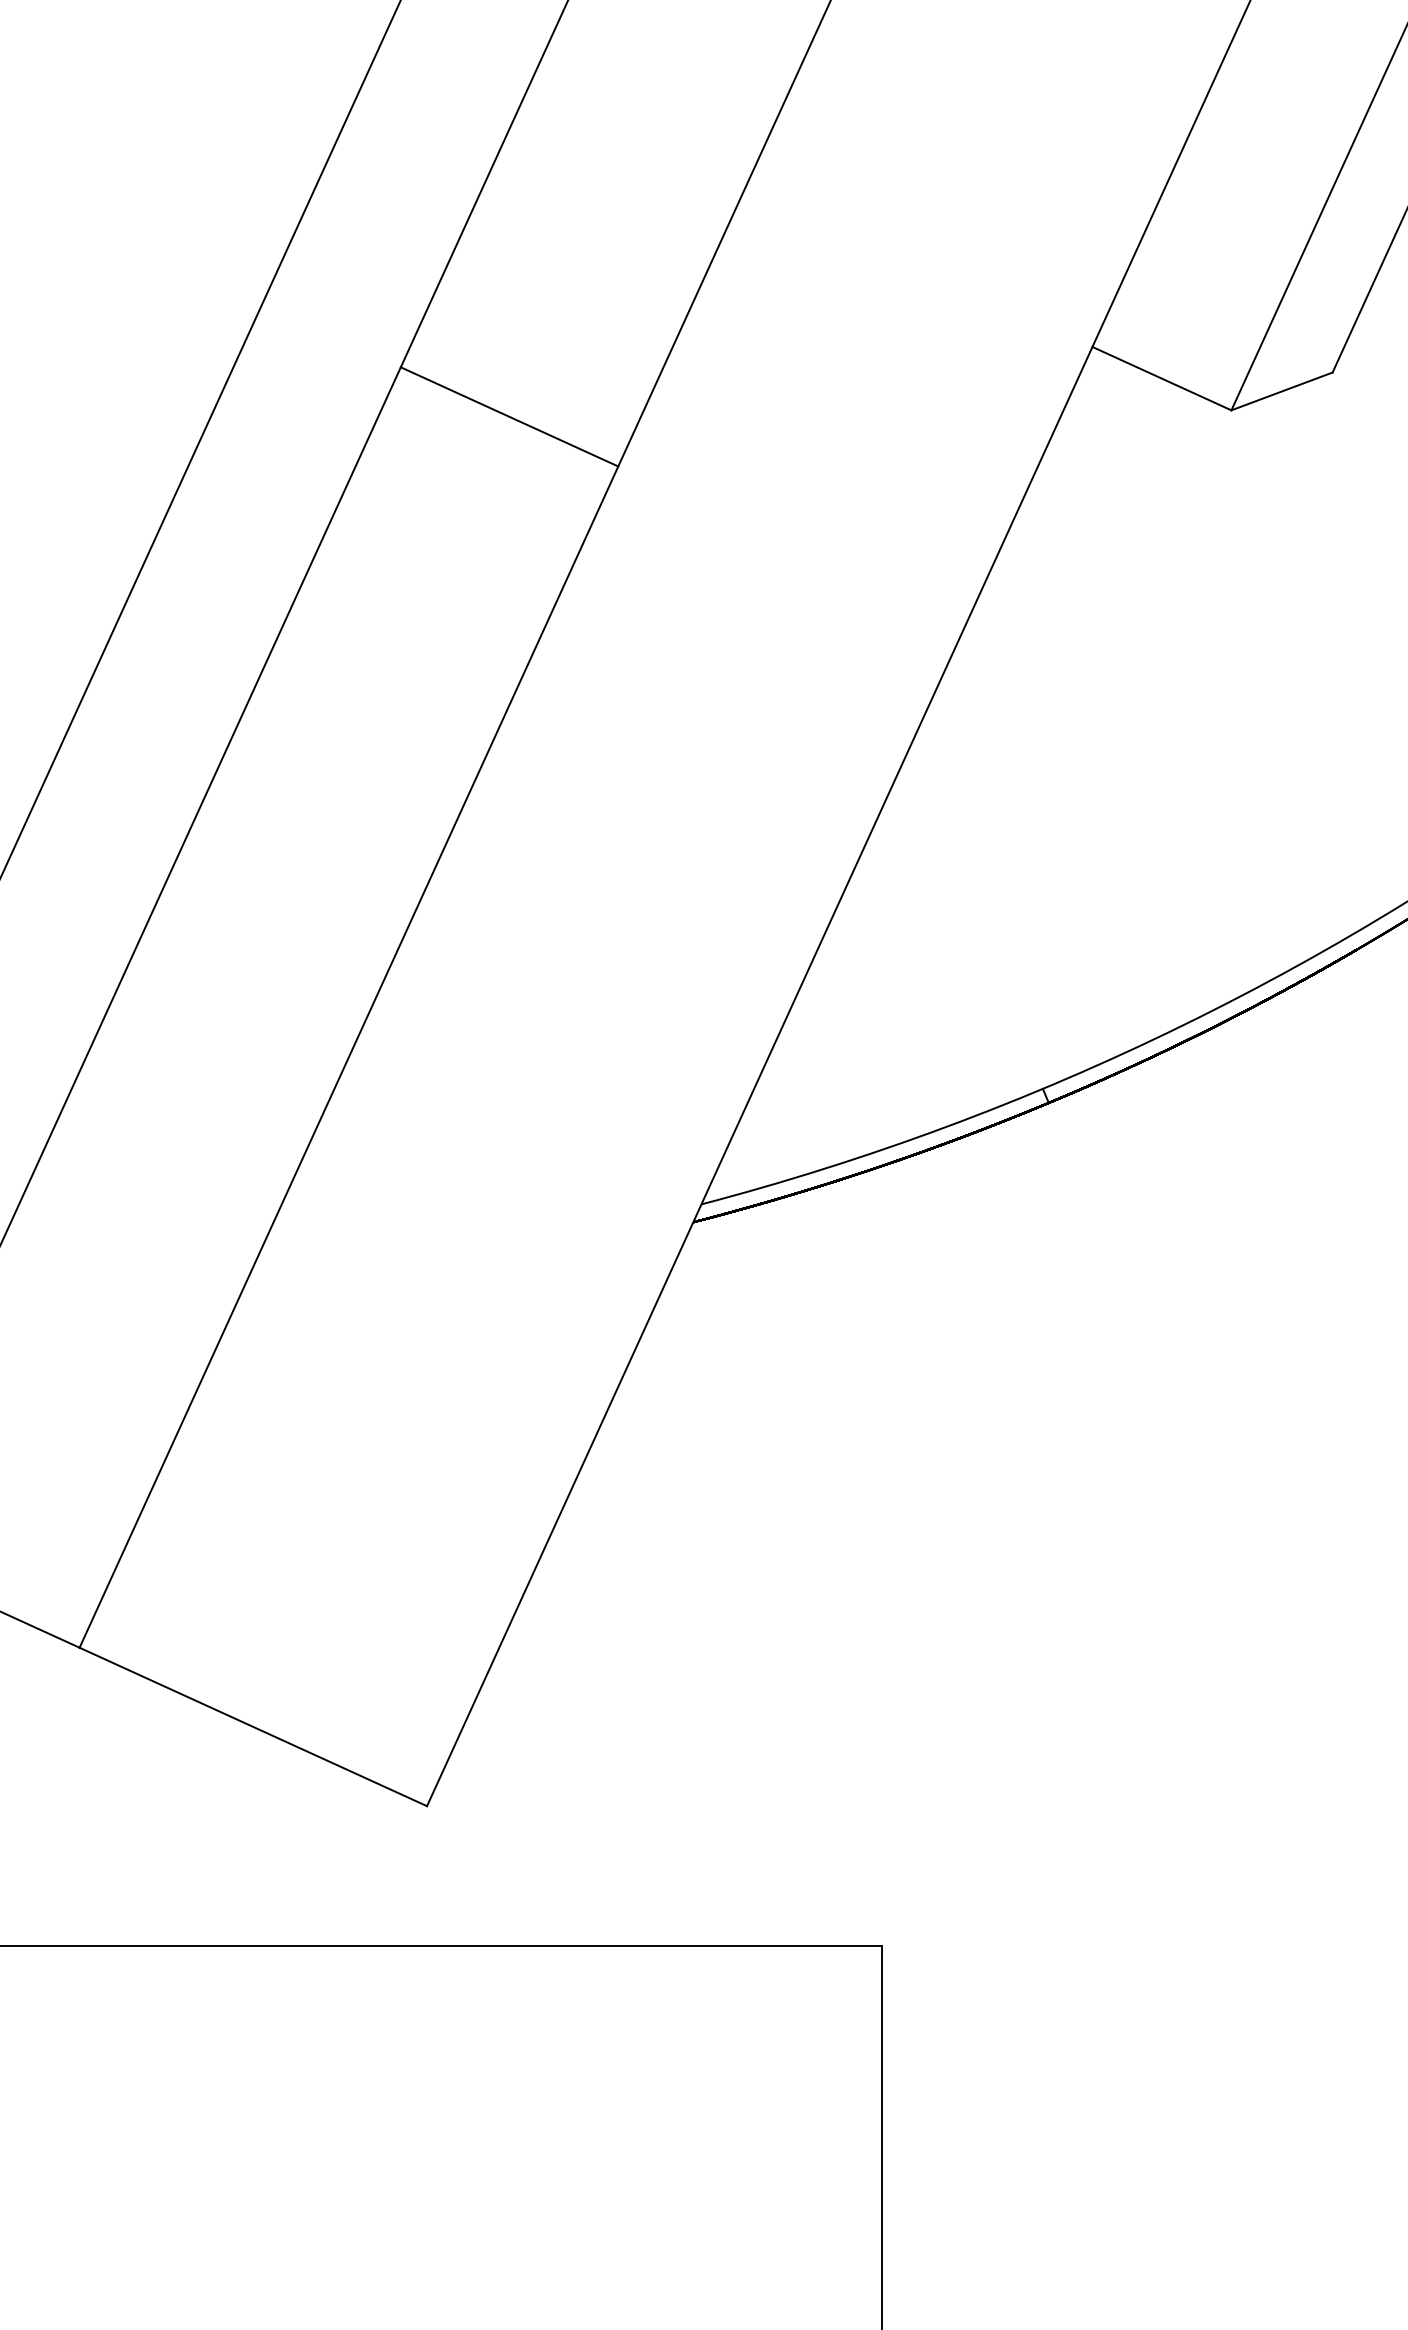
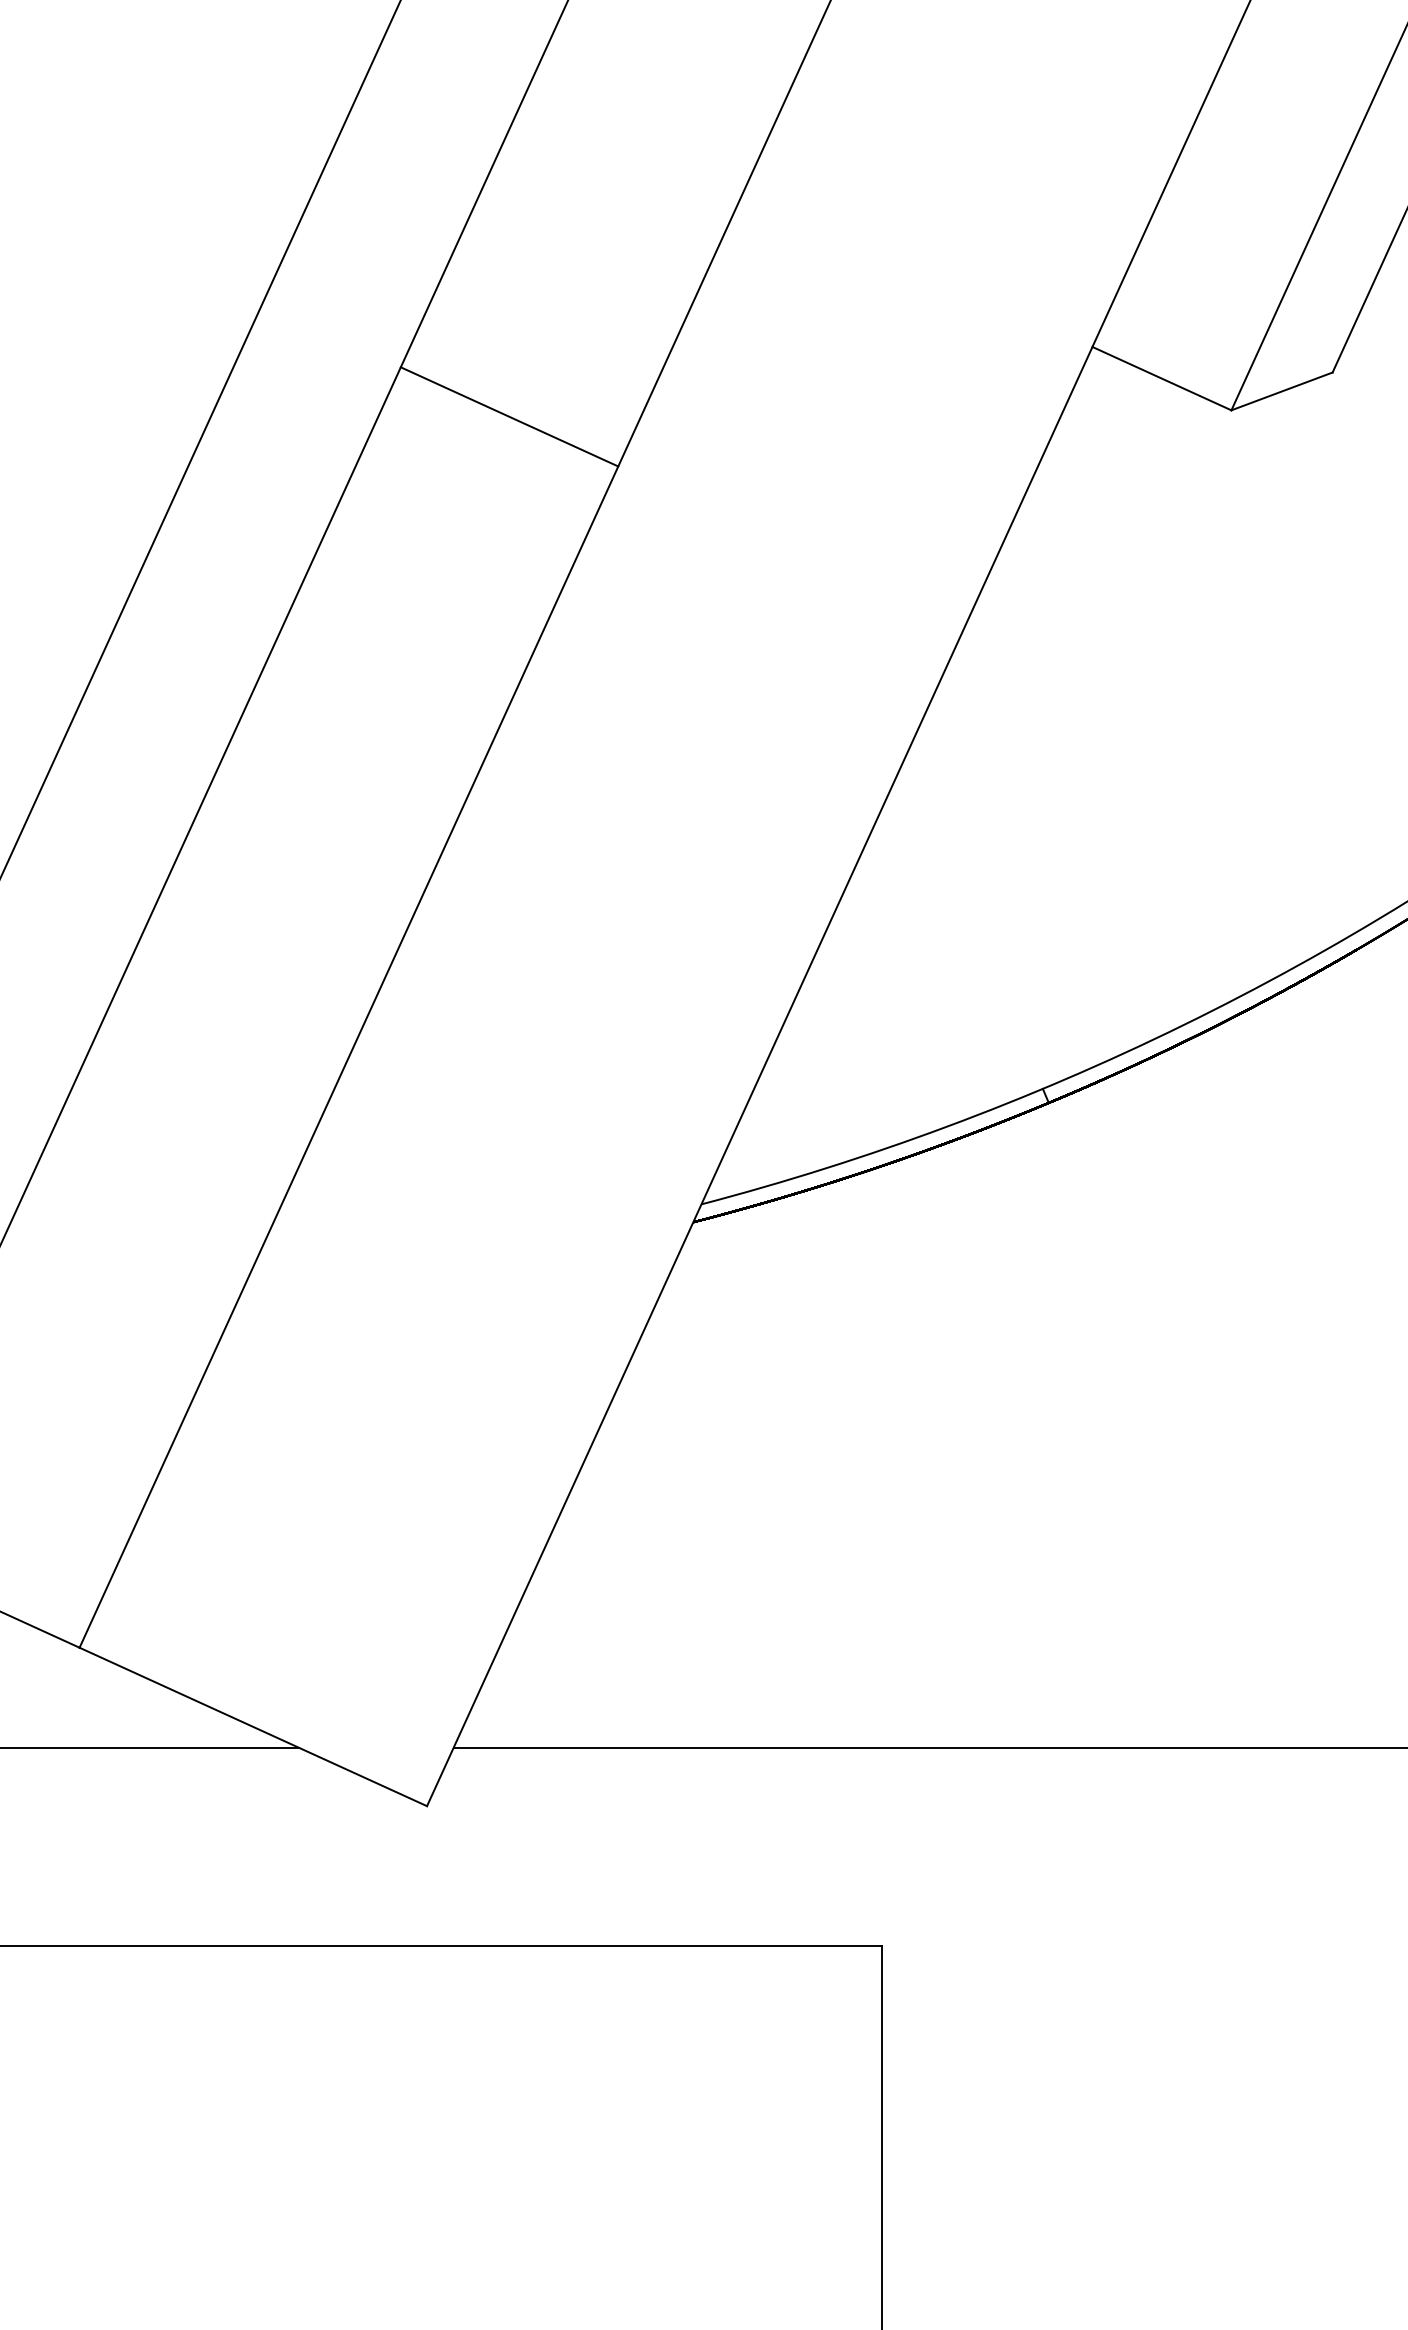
line at (150, 1747): none -> present
line at (928, 1747): none -> present
